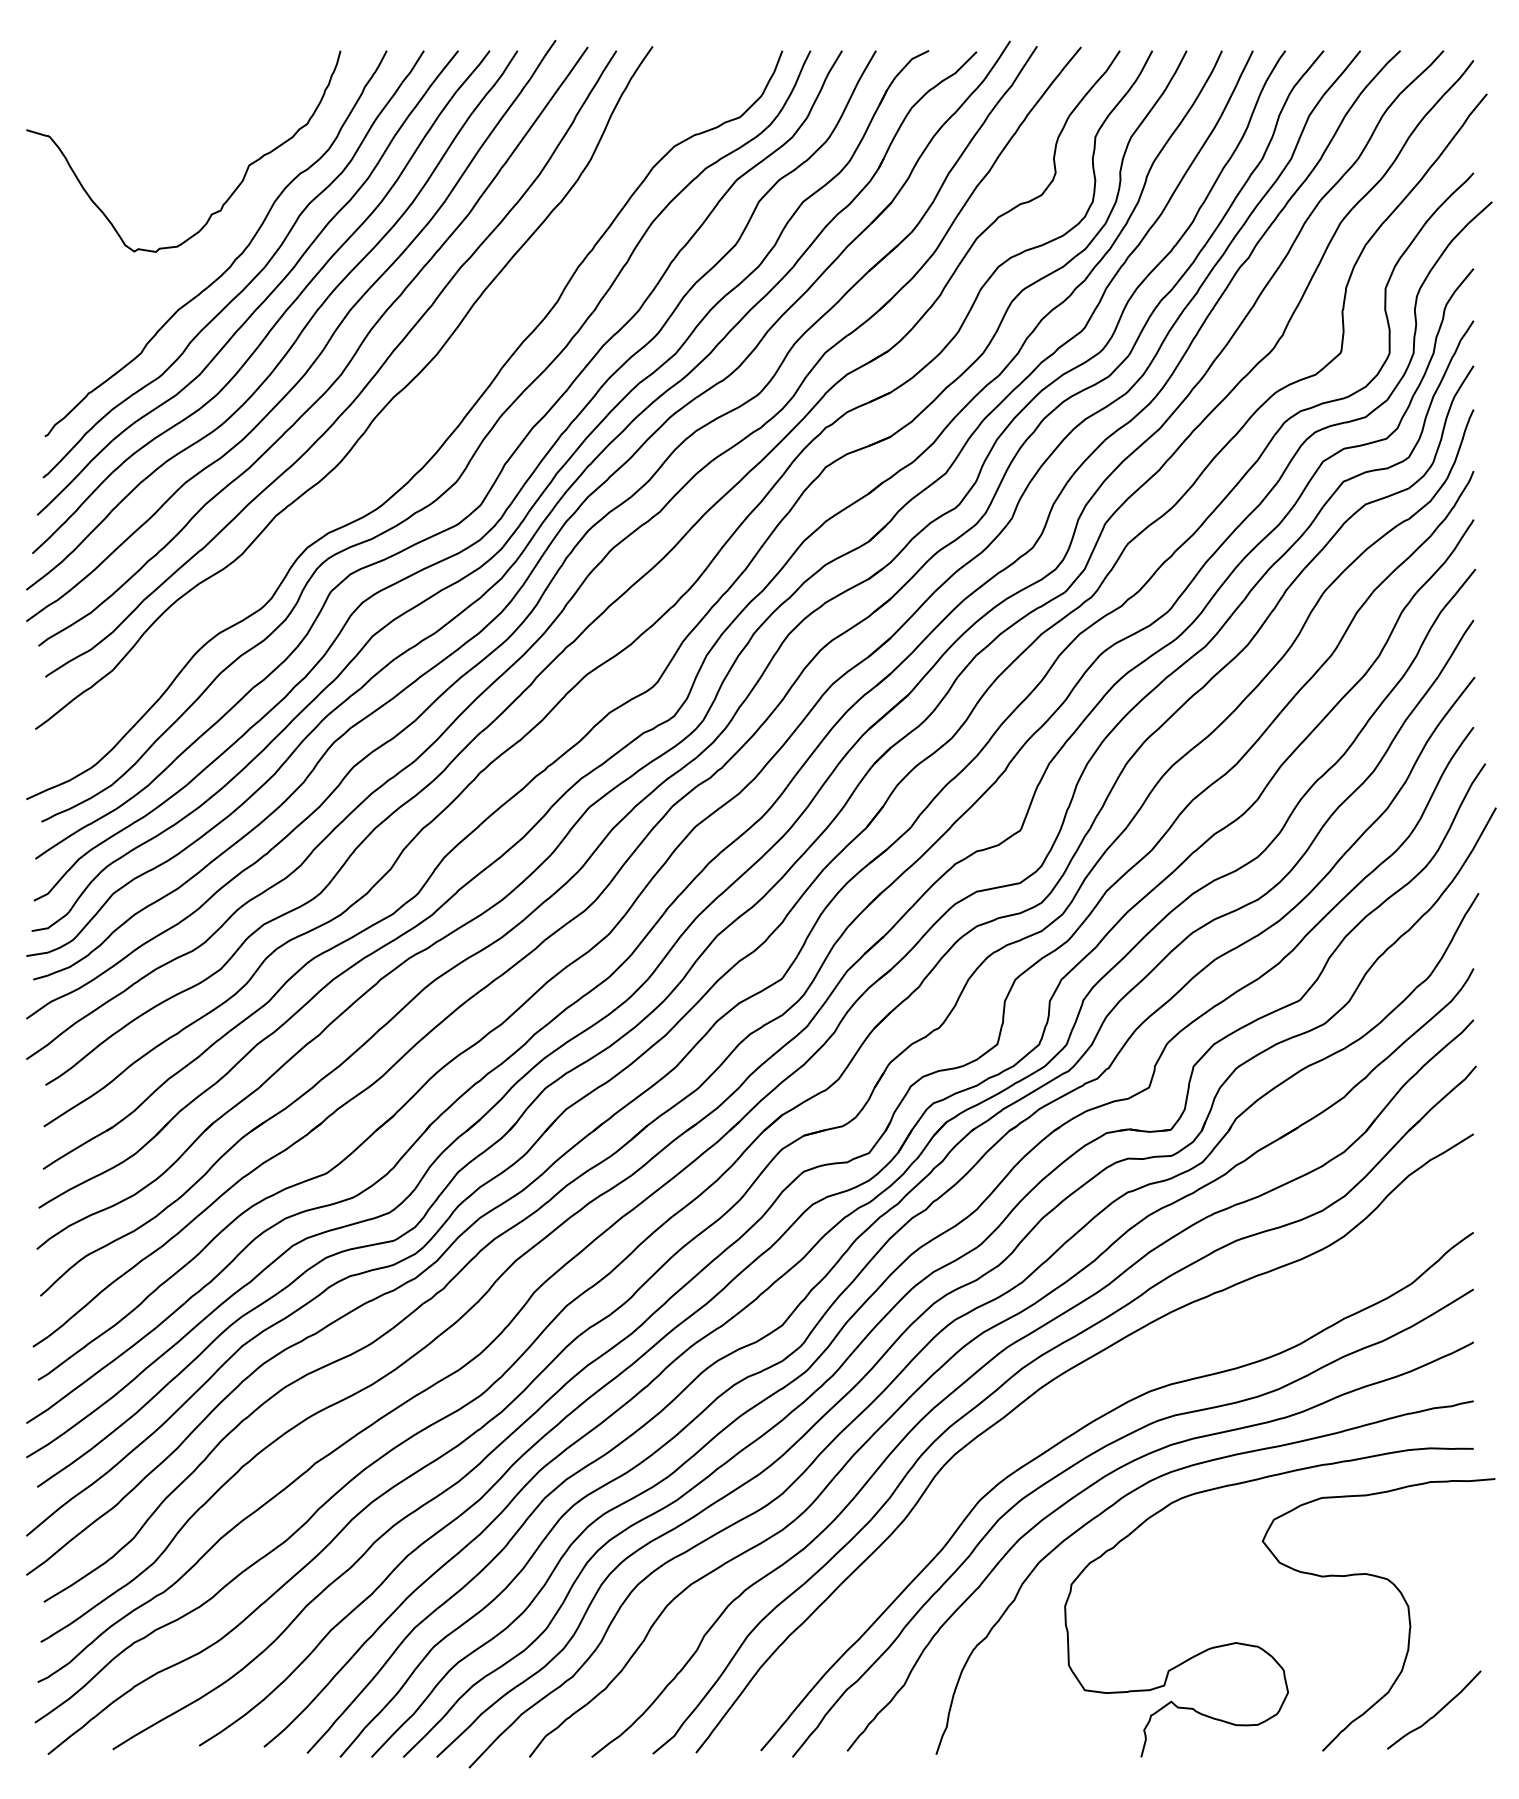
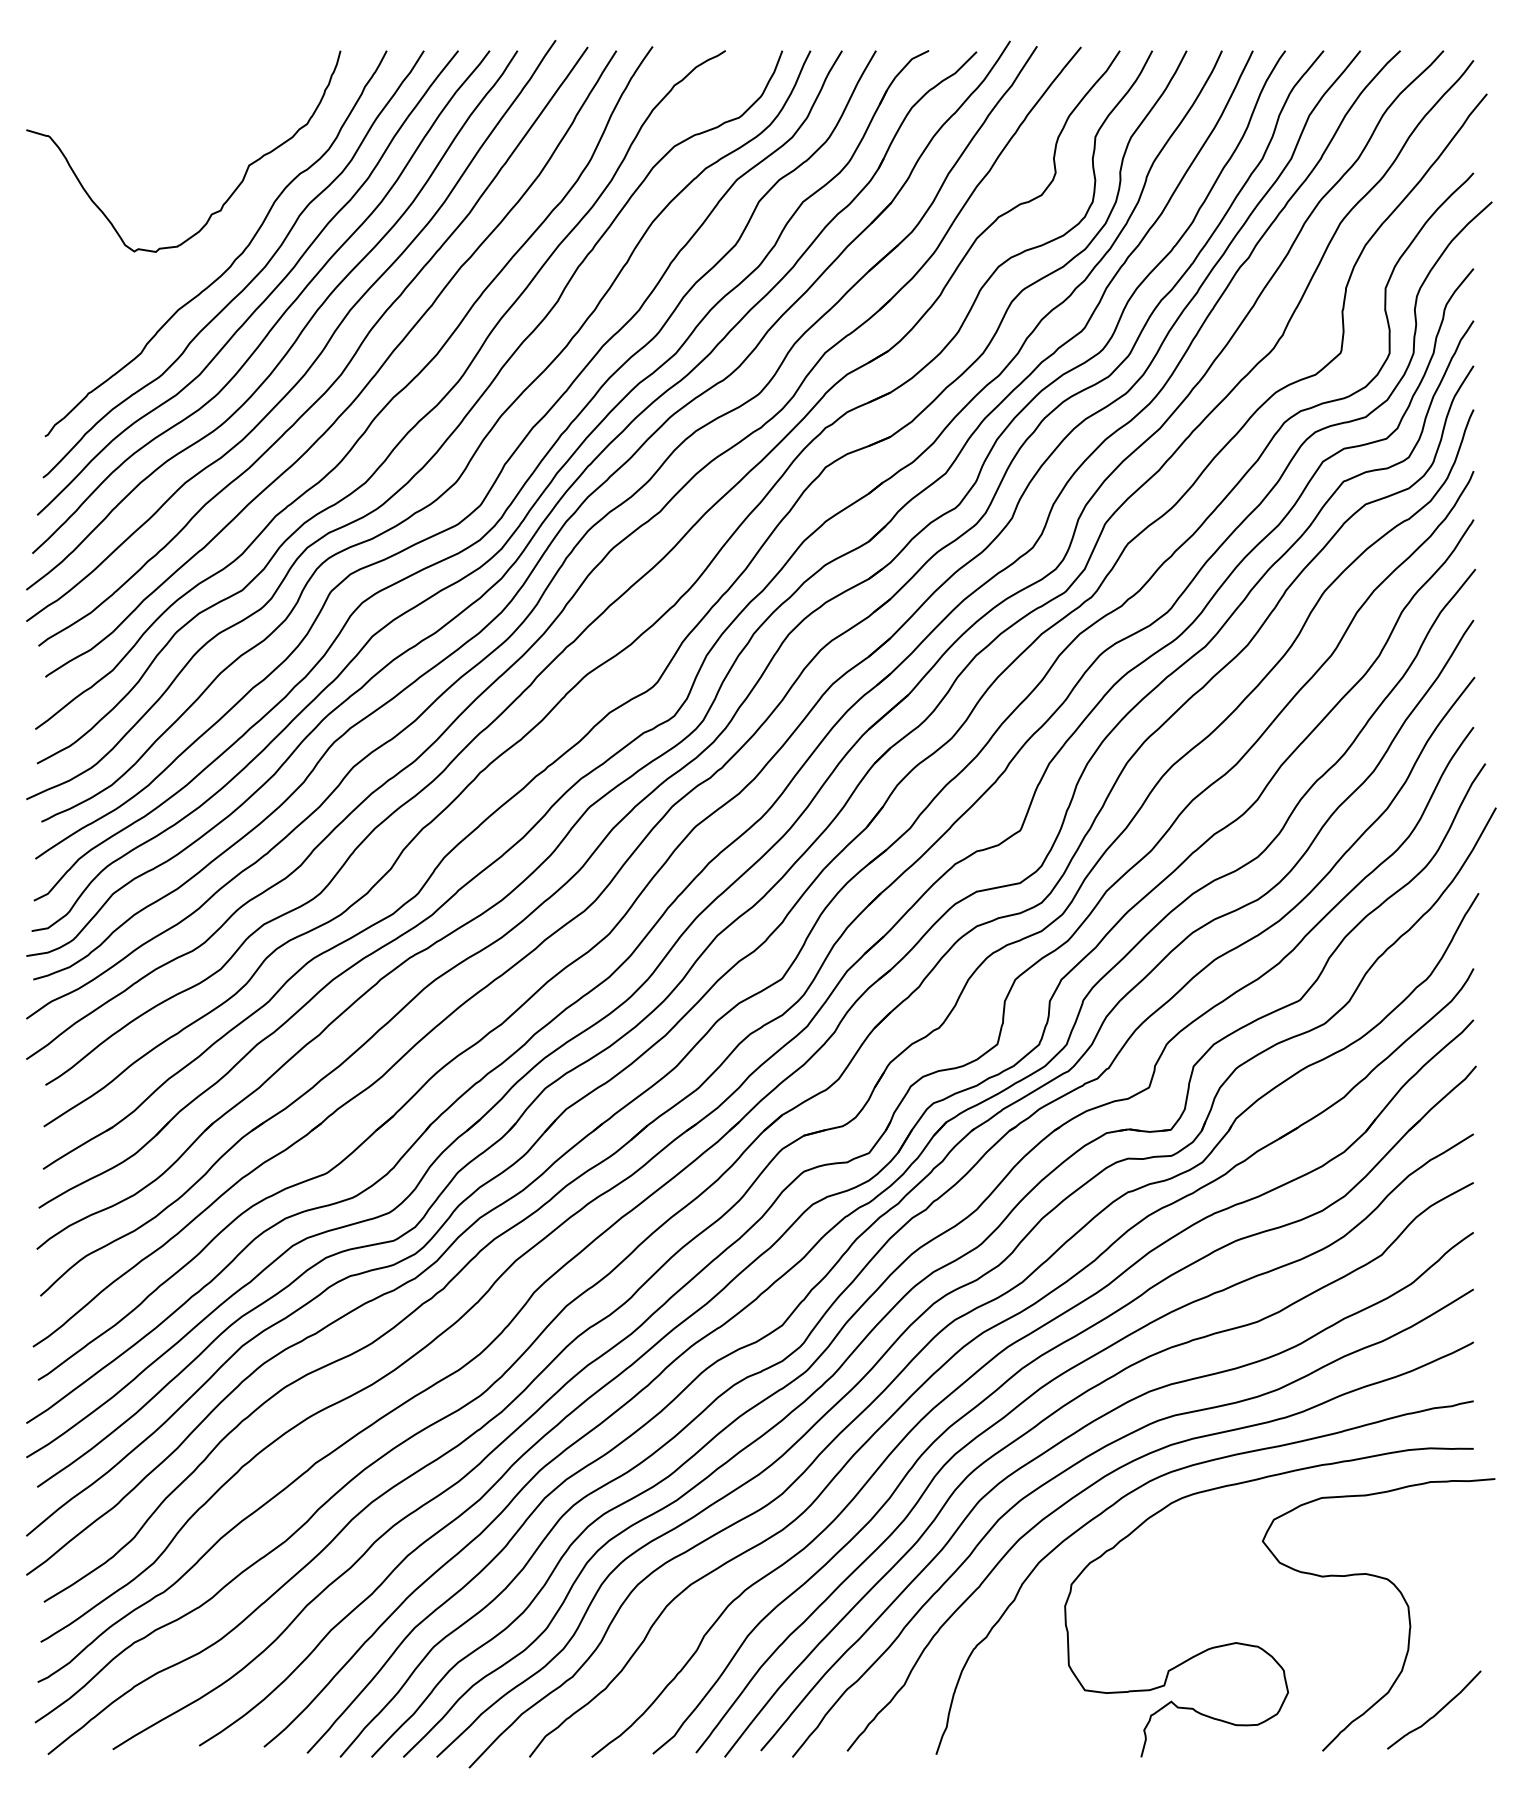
curve at (406, 432): none -> present
curve at (1059, 1410): none -> present
